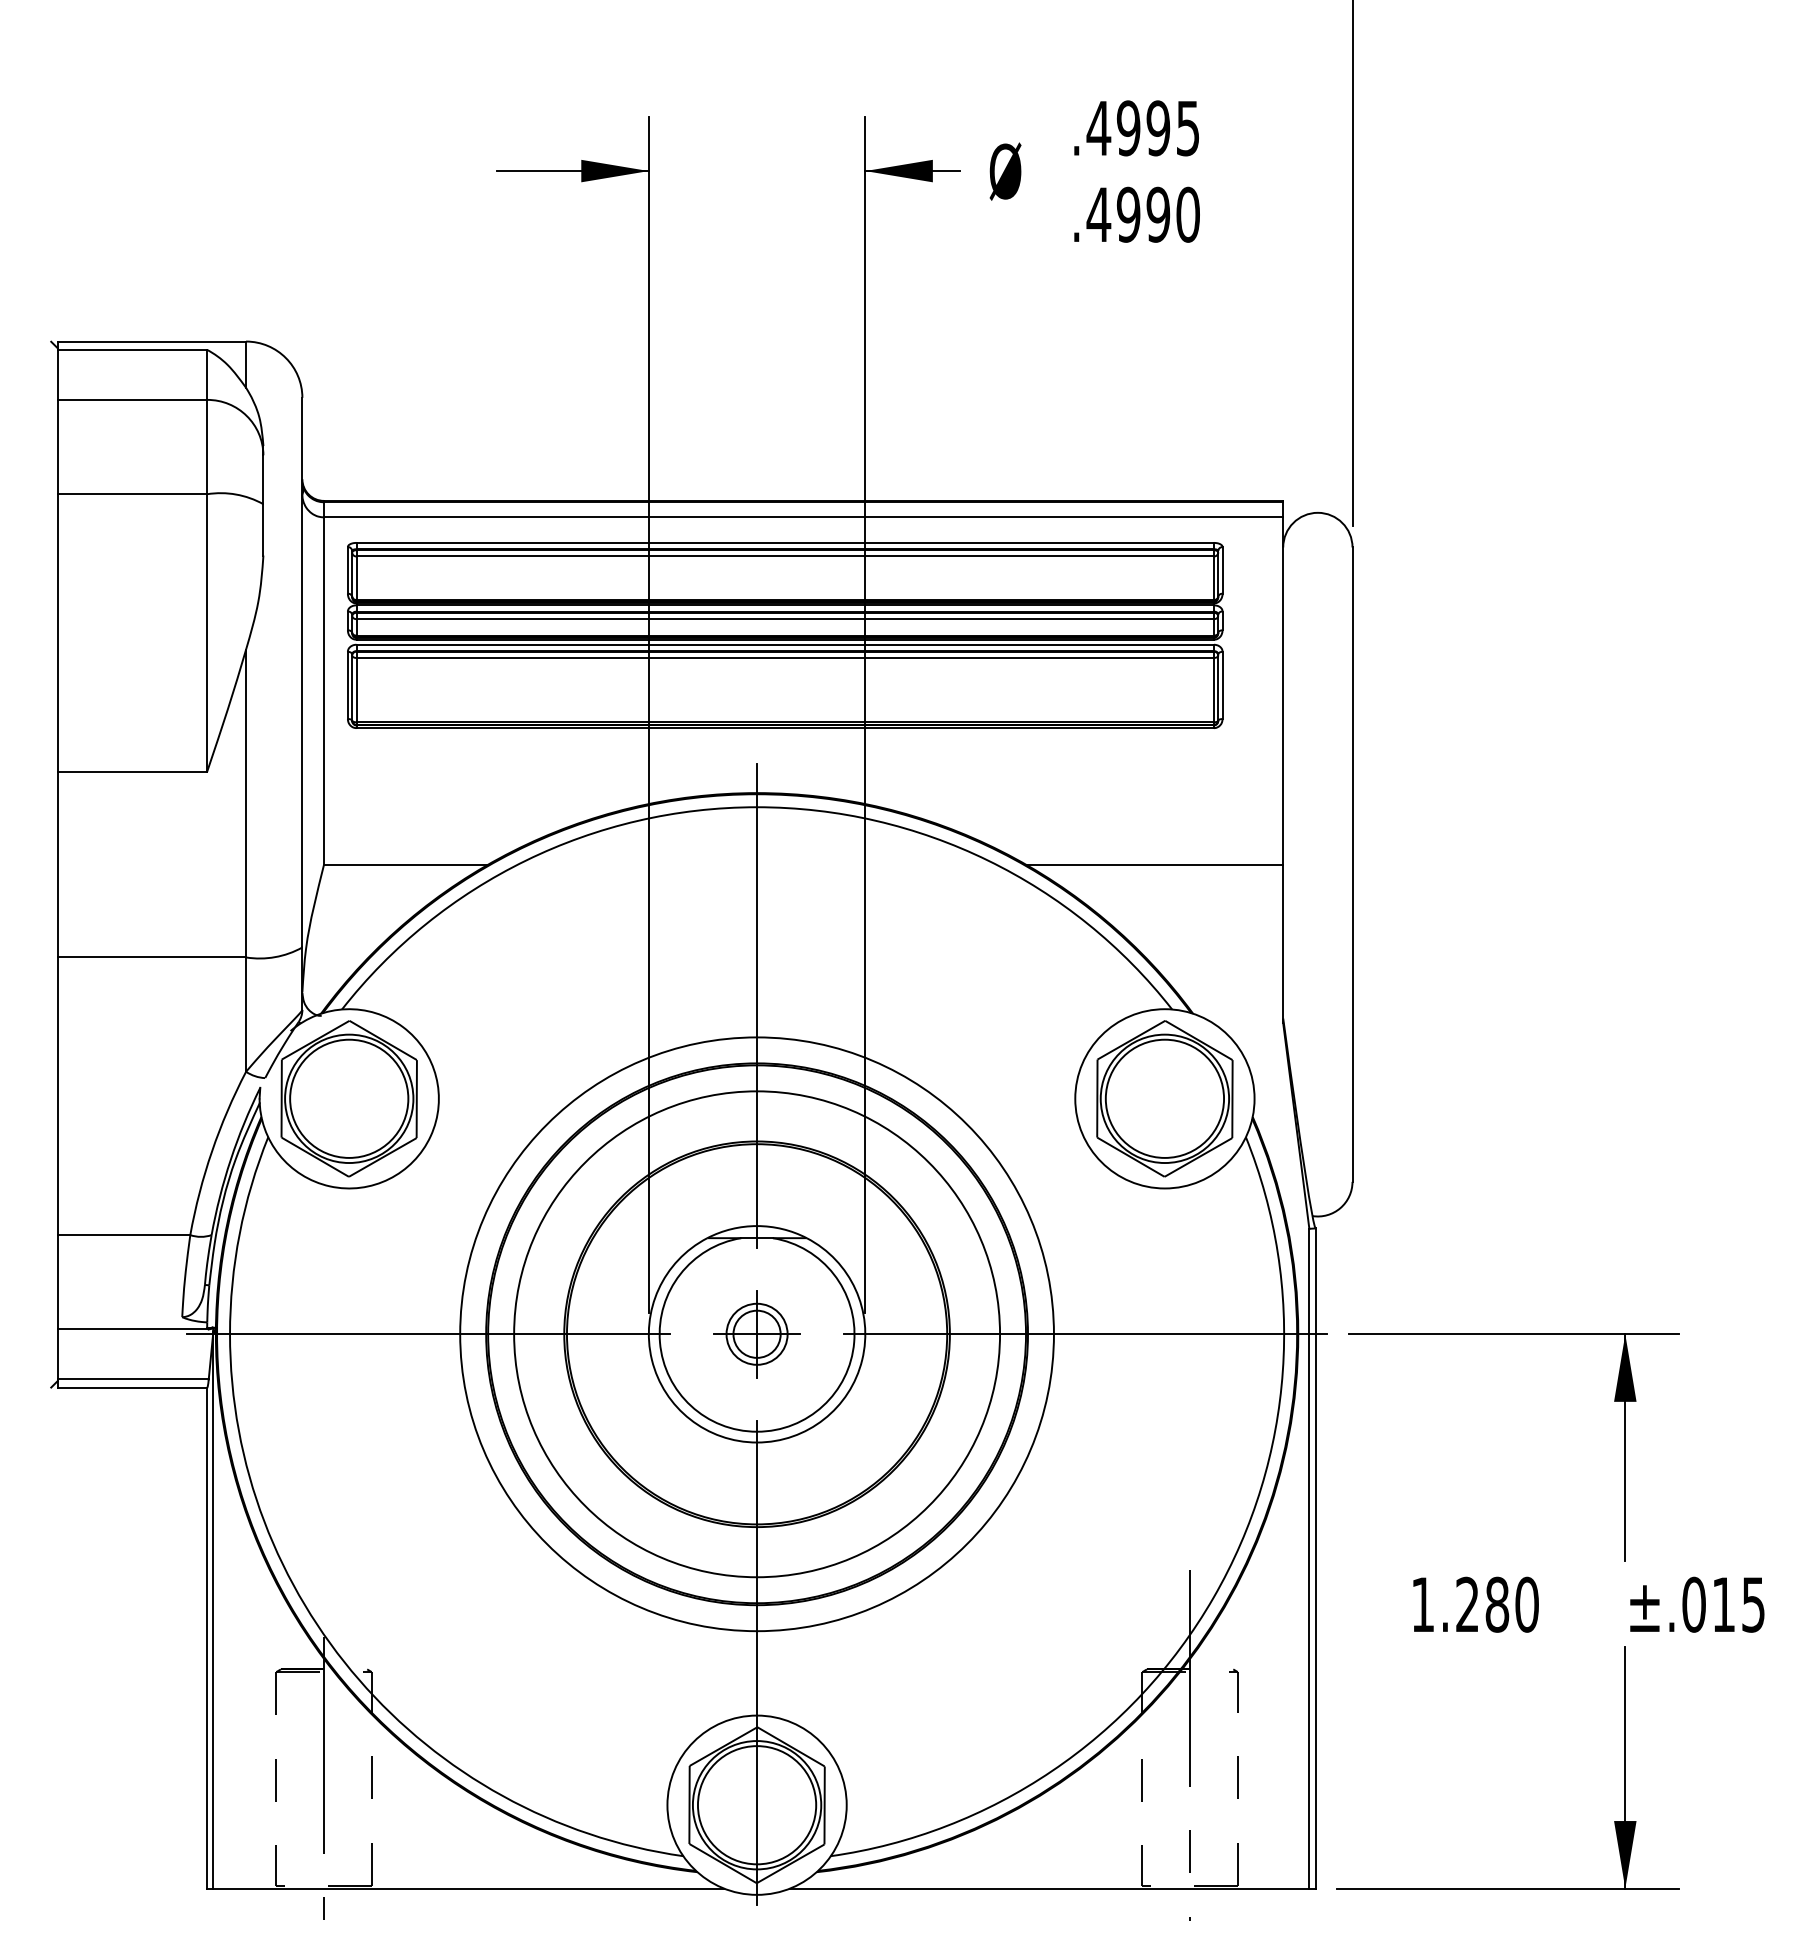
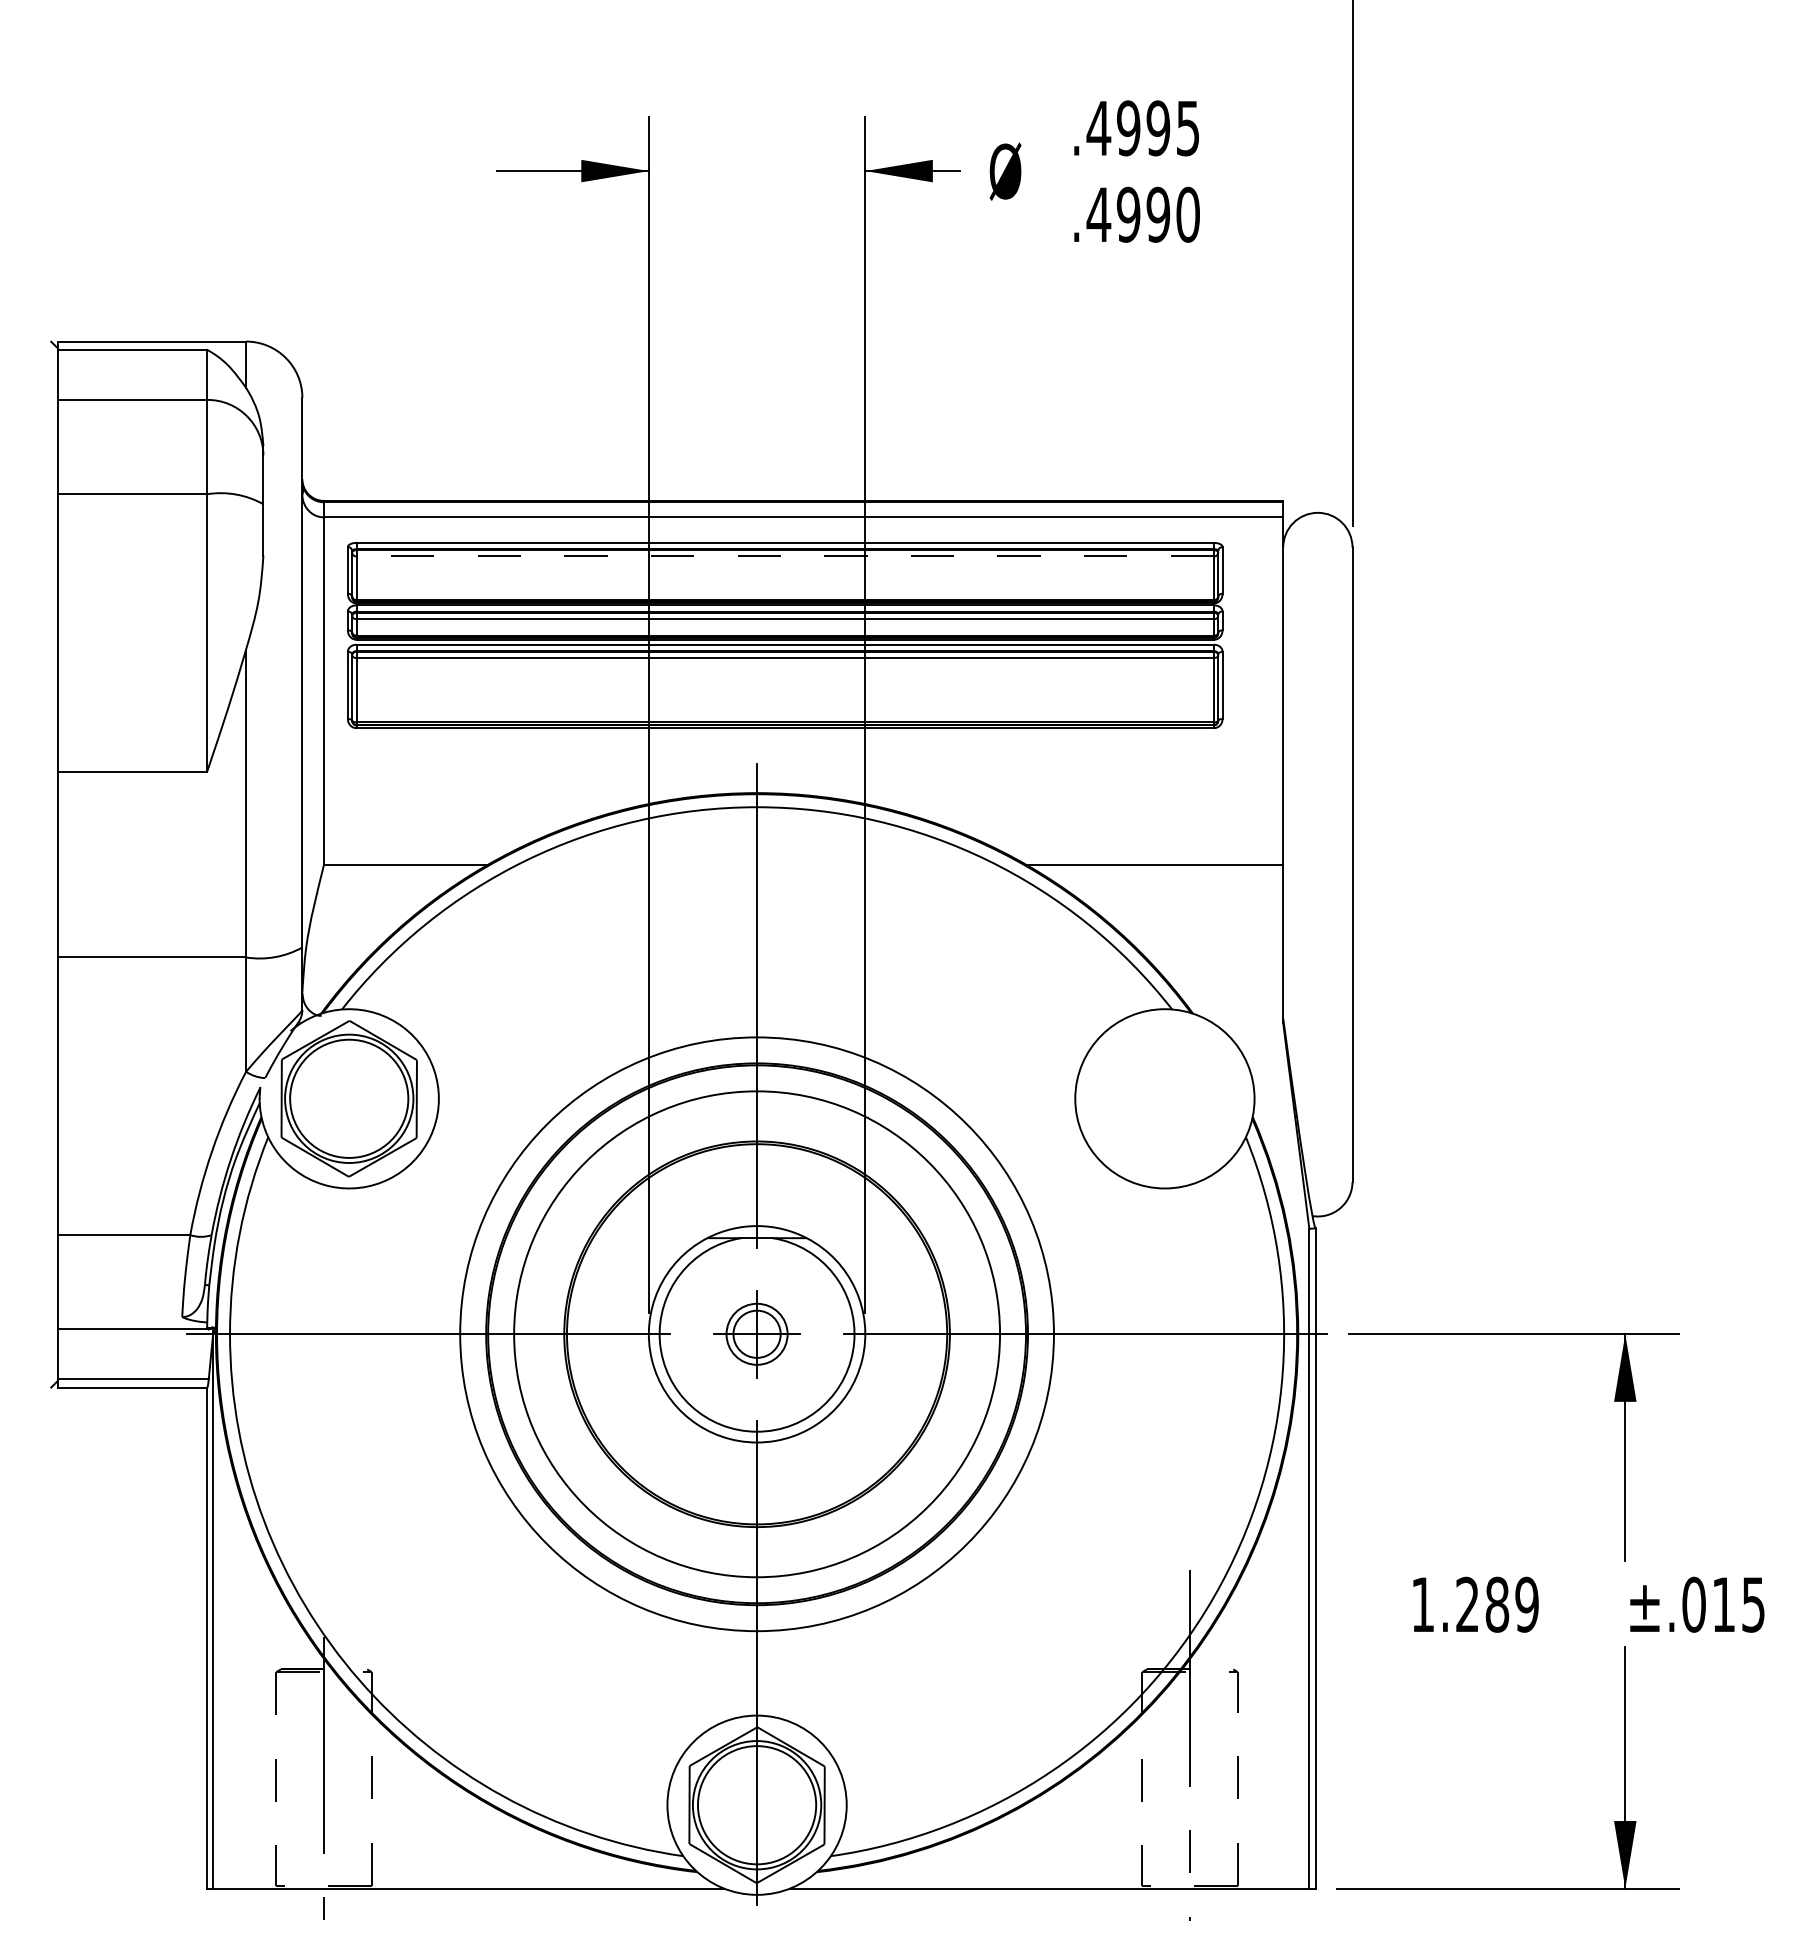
line at (785, 556): solid -> dashed
part at (1164, 1098): present -> none
text at (1526, 1604): 1.280 -> 1.289
